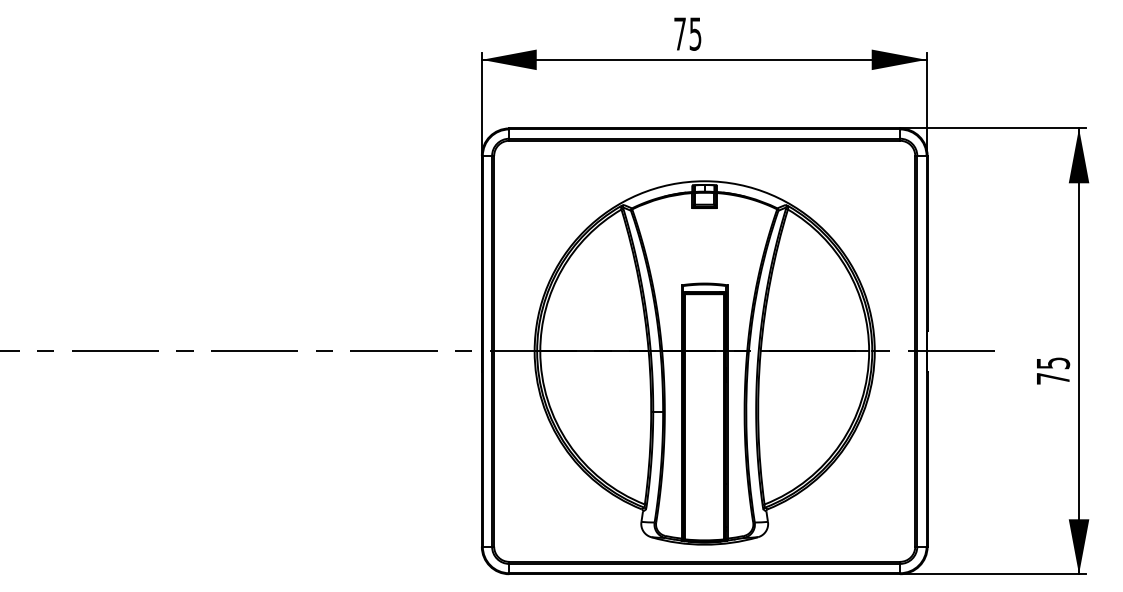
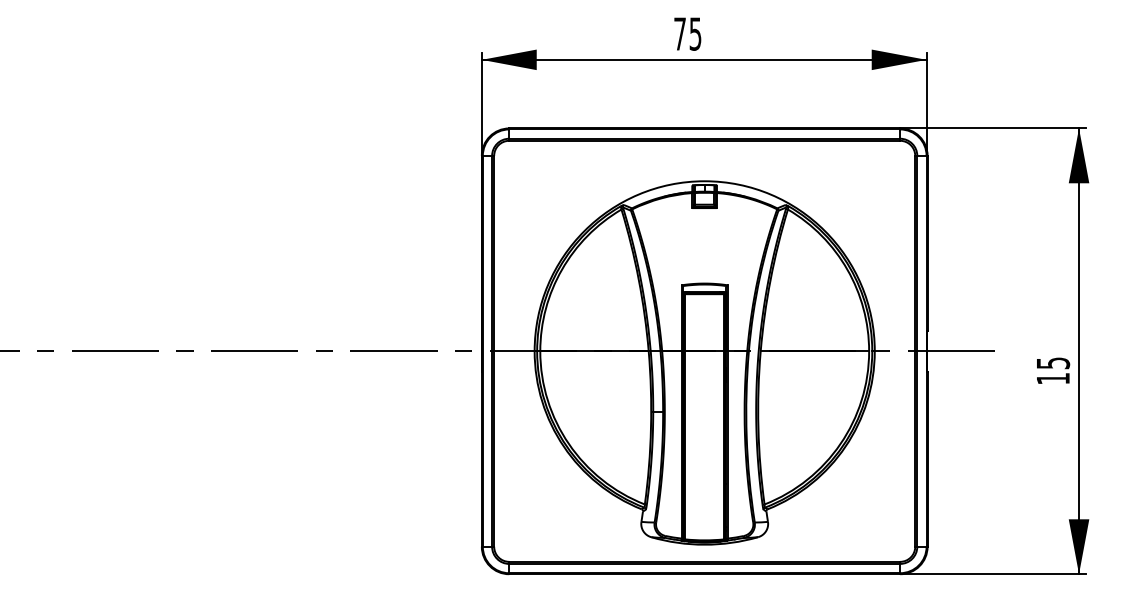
text at (1053, 378): 75 -> 15
